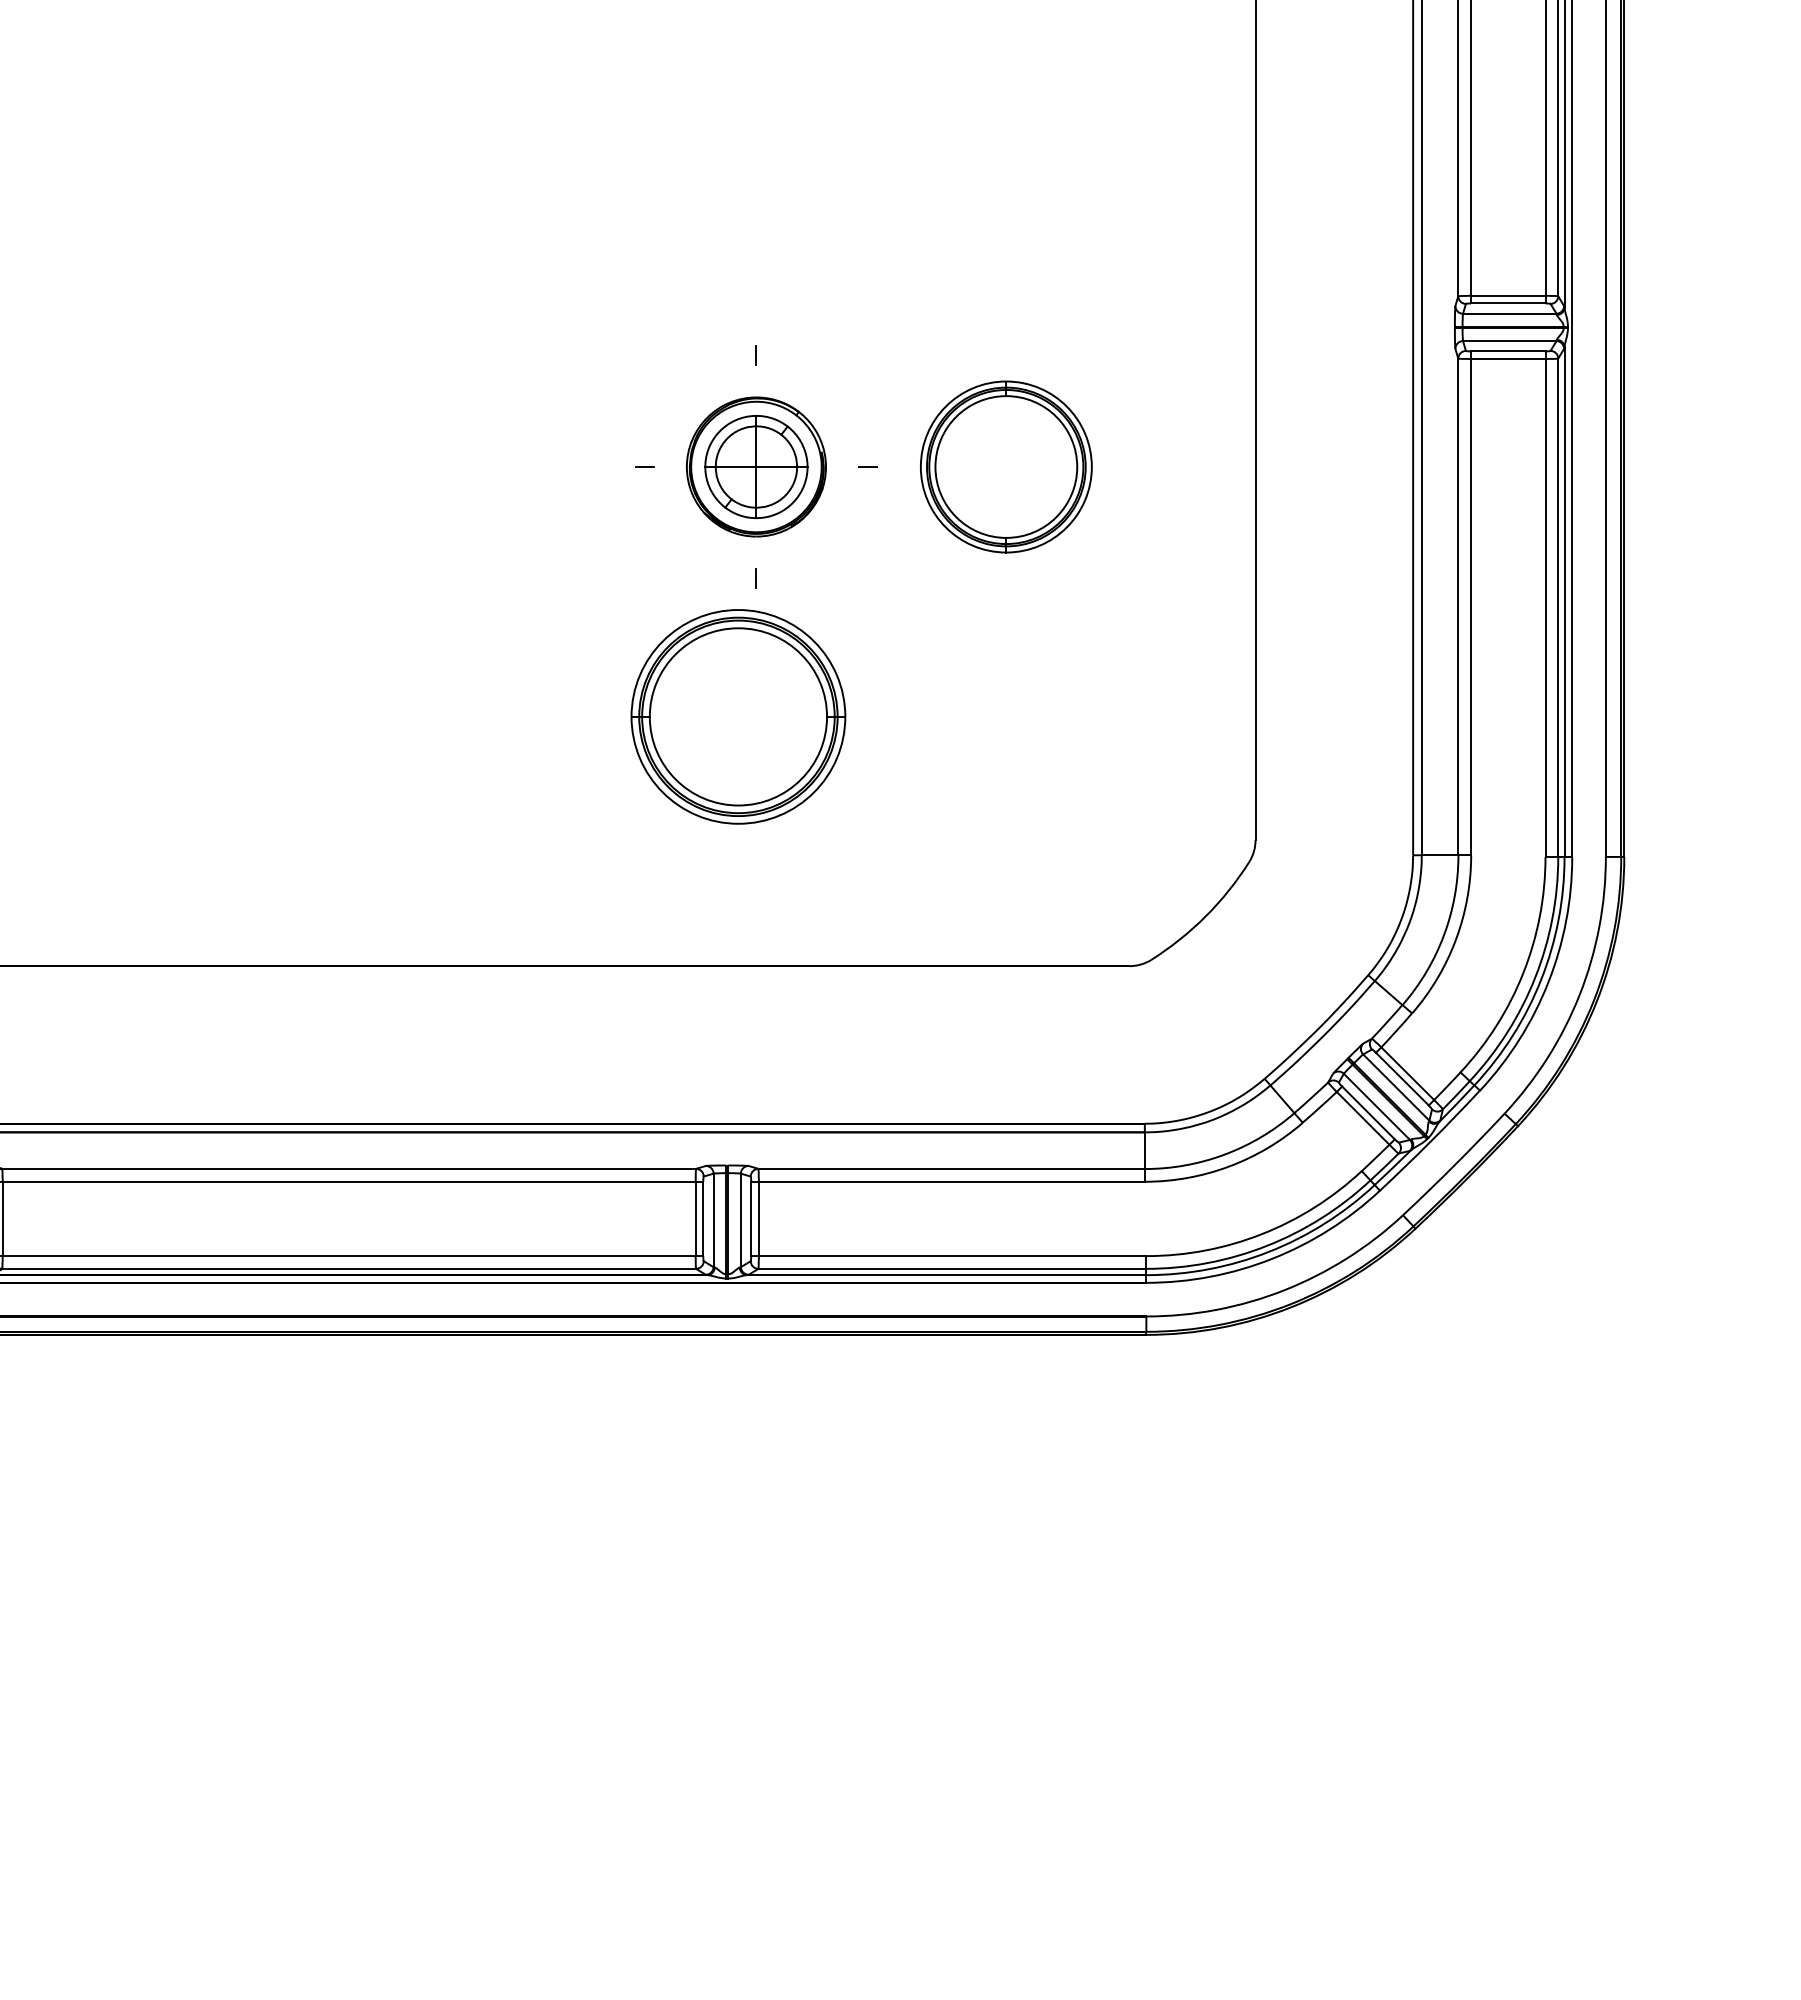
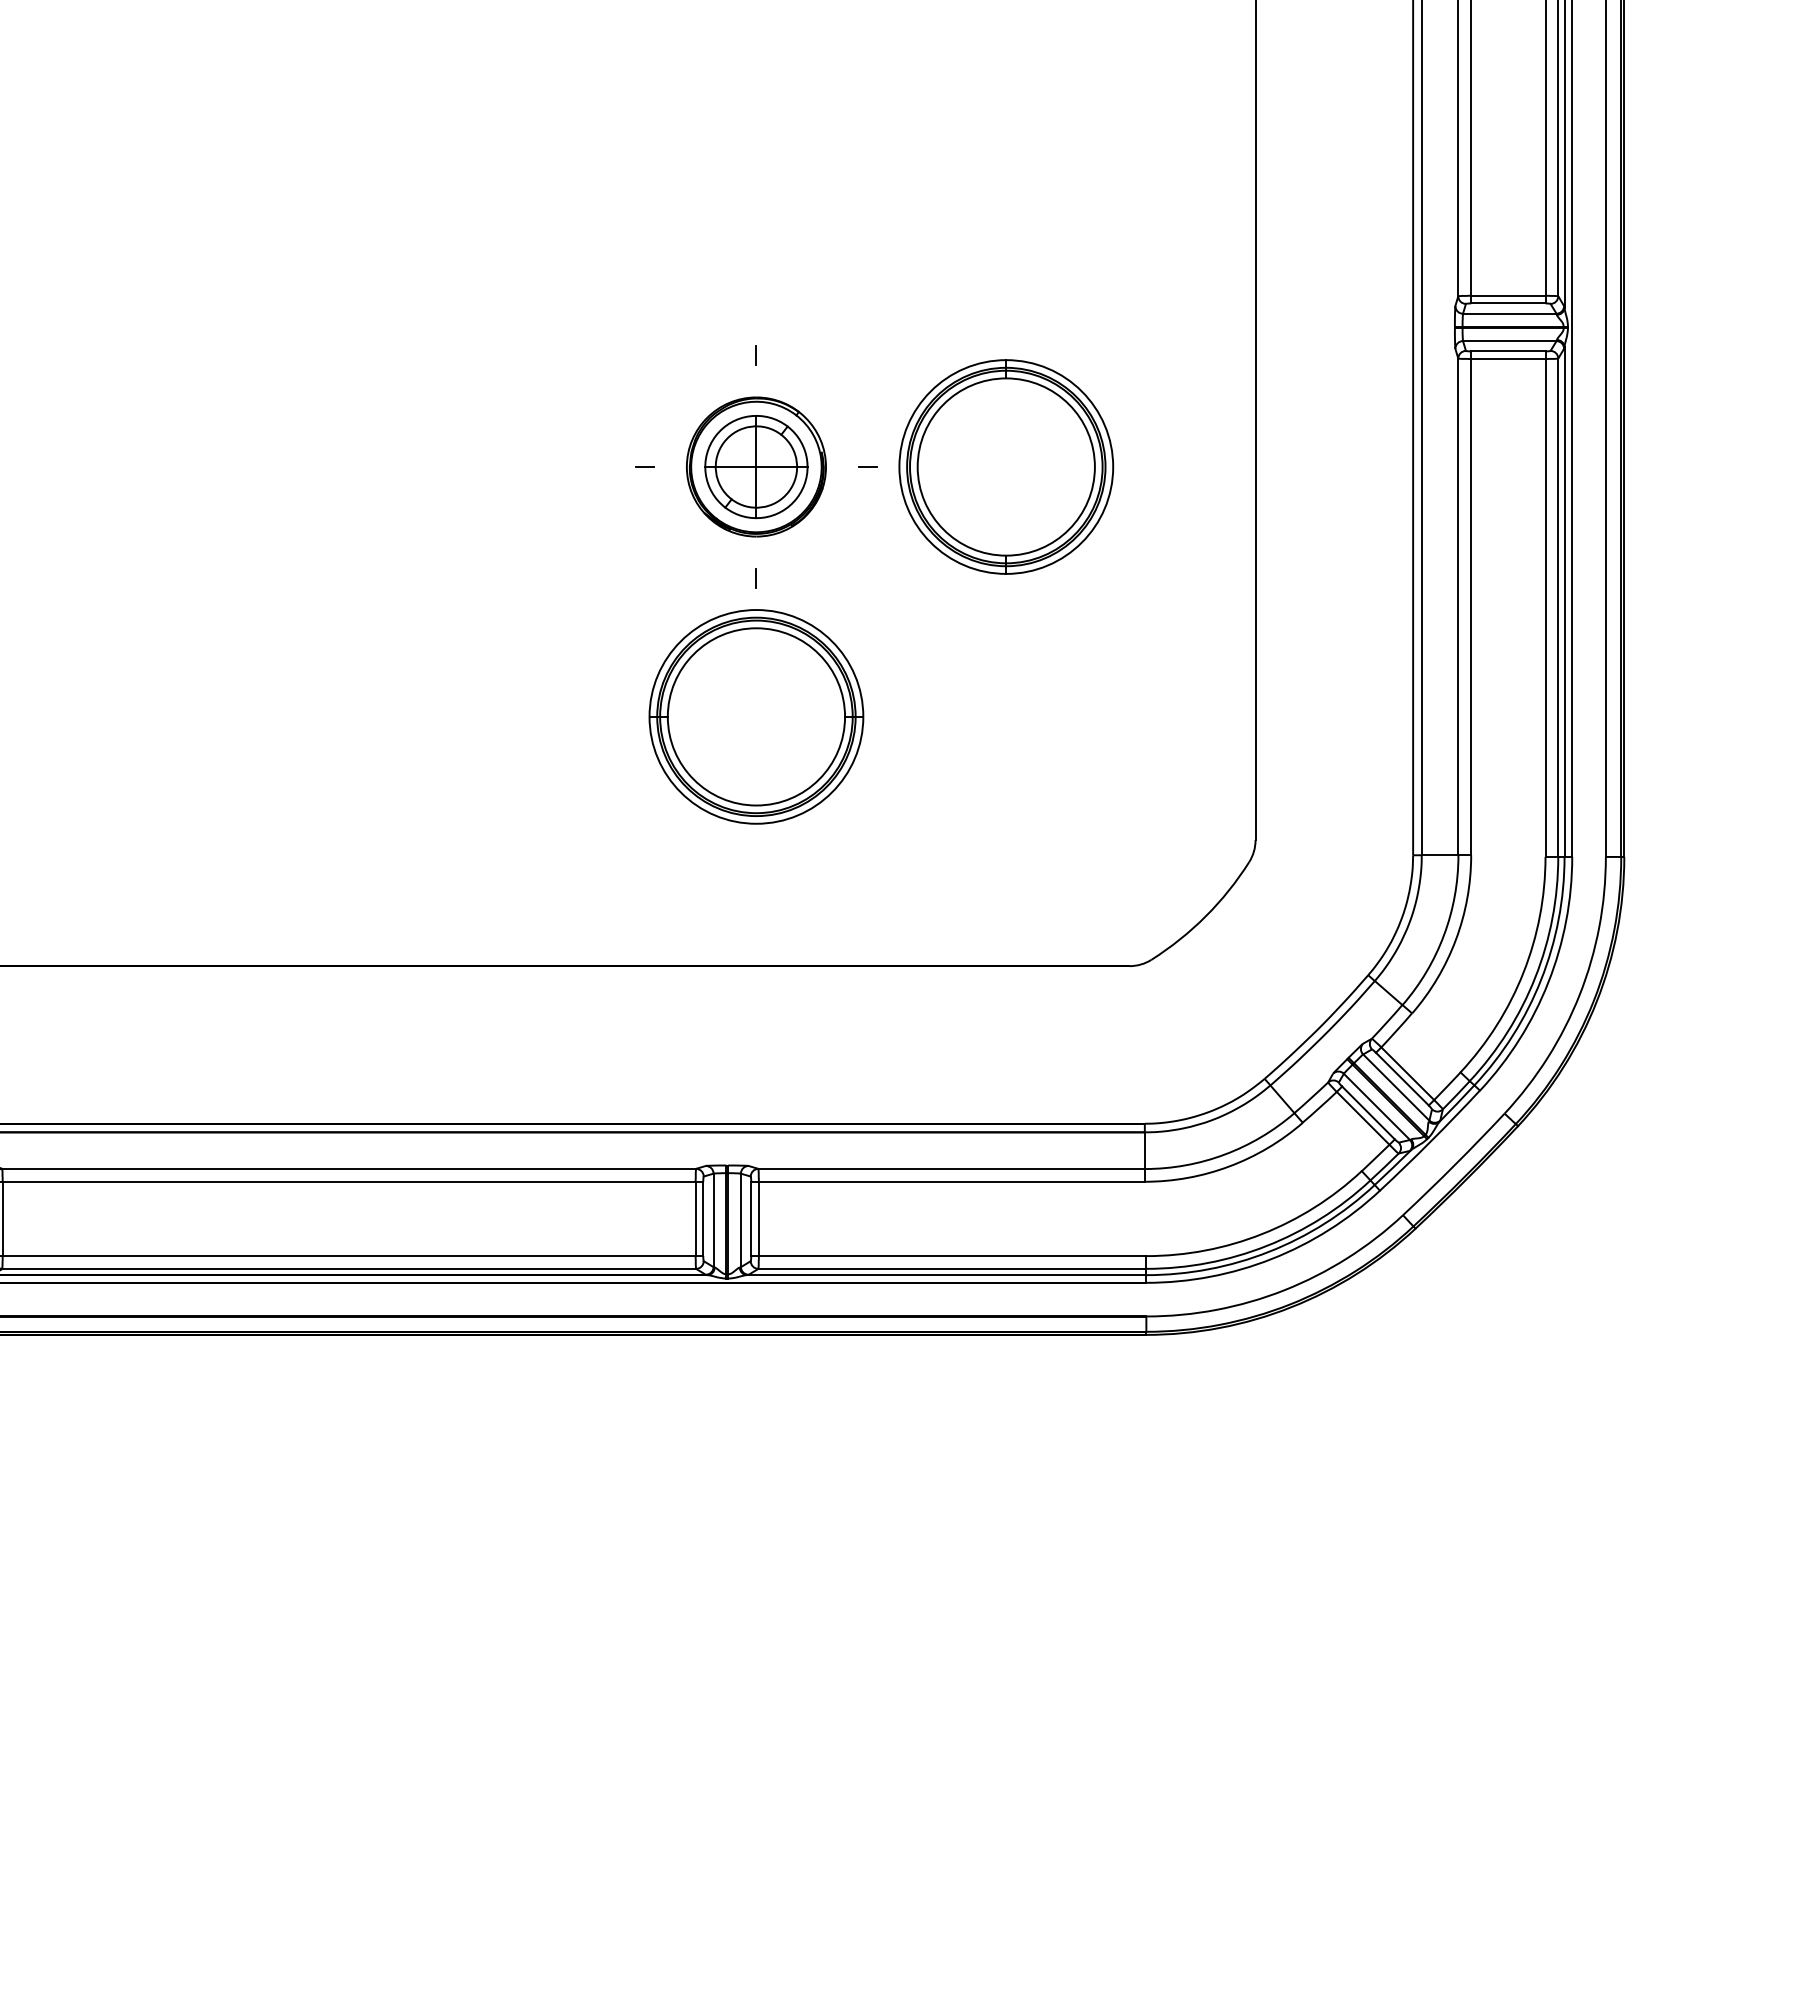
part at (1006, 466) size: 173x174 px -> 217x216 px
part at (738, 716) position: (738, 716) -> (756, 716)
